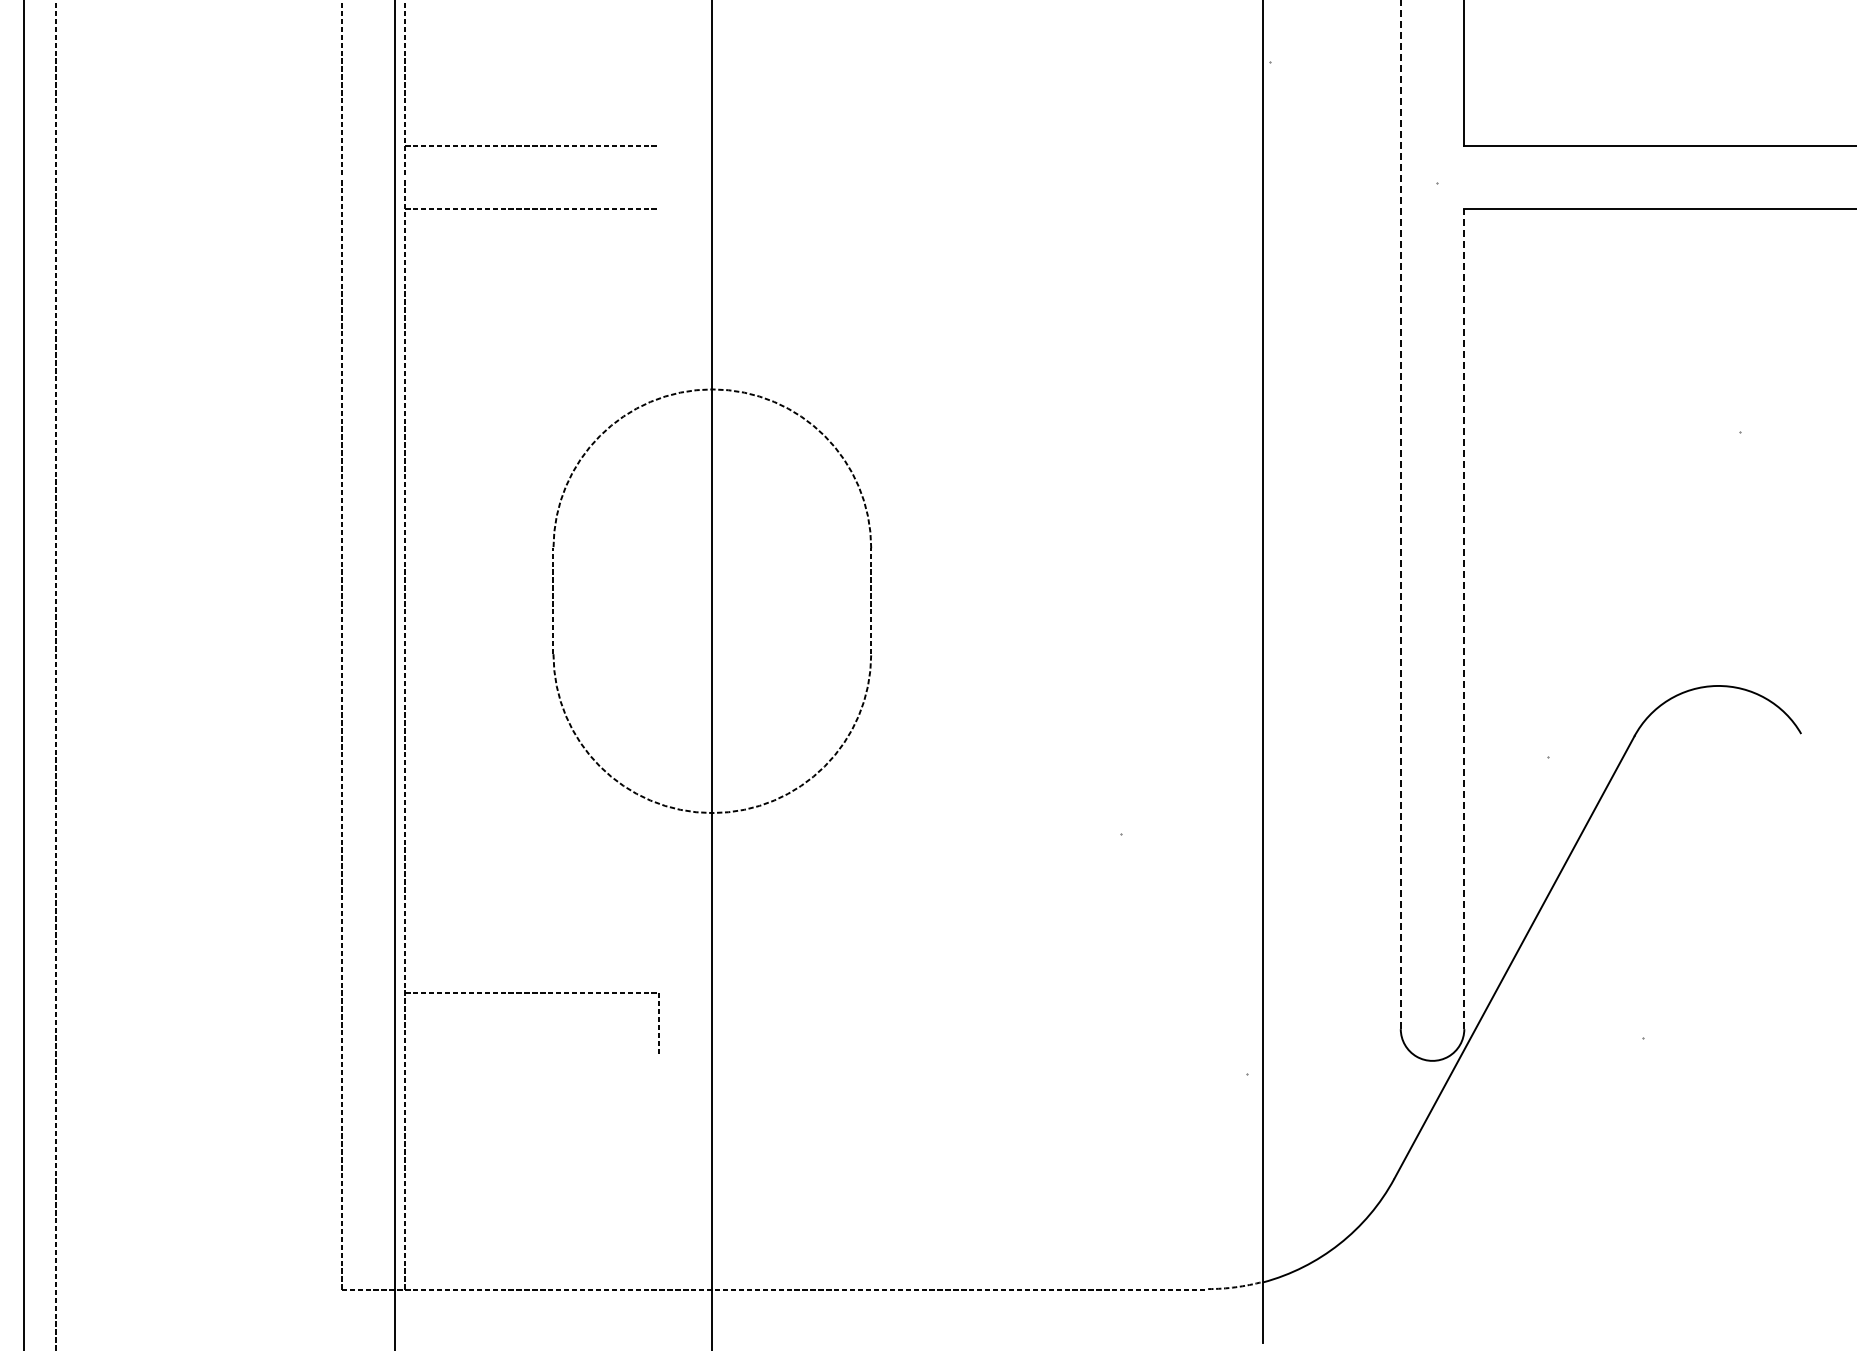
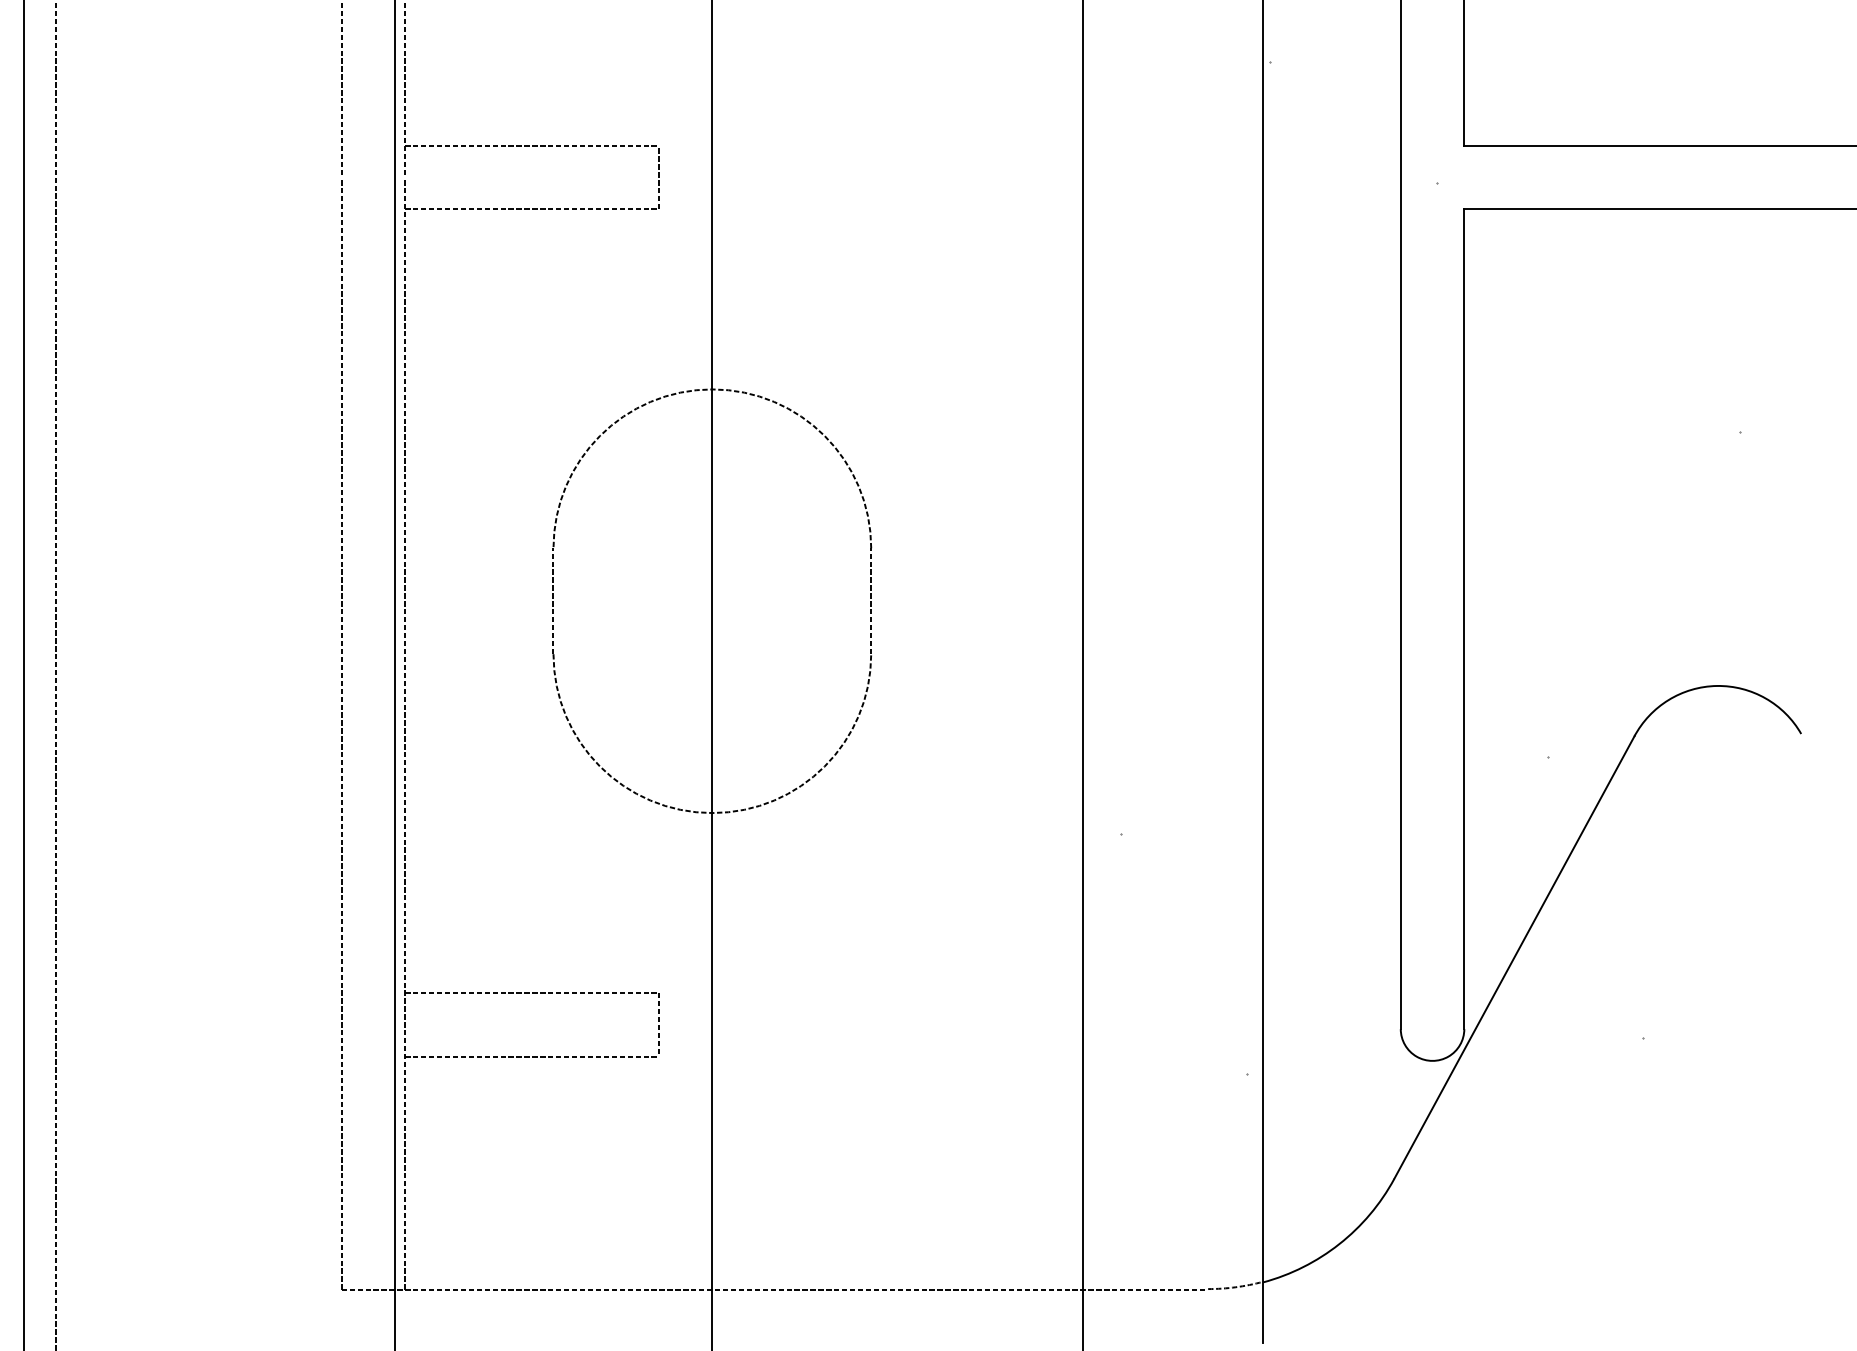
line at (659, 177): none -> present
line at (1400, 514): dashed -> solid
line at (1464, 619): dashed -> solid
line at (1083, 674): none -> present
line at (532, 1056): none -> present
